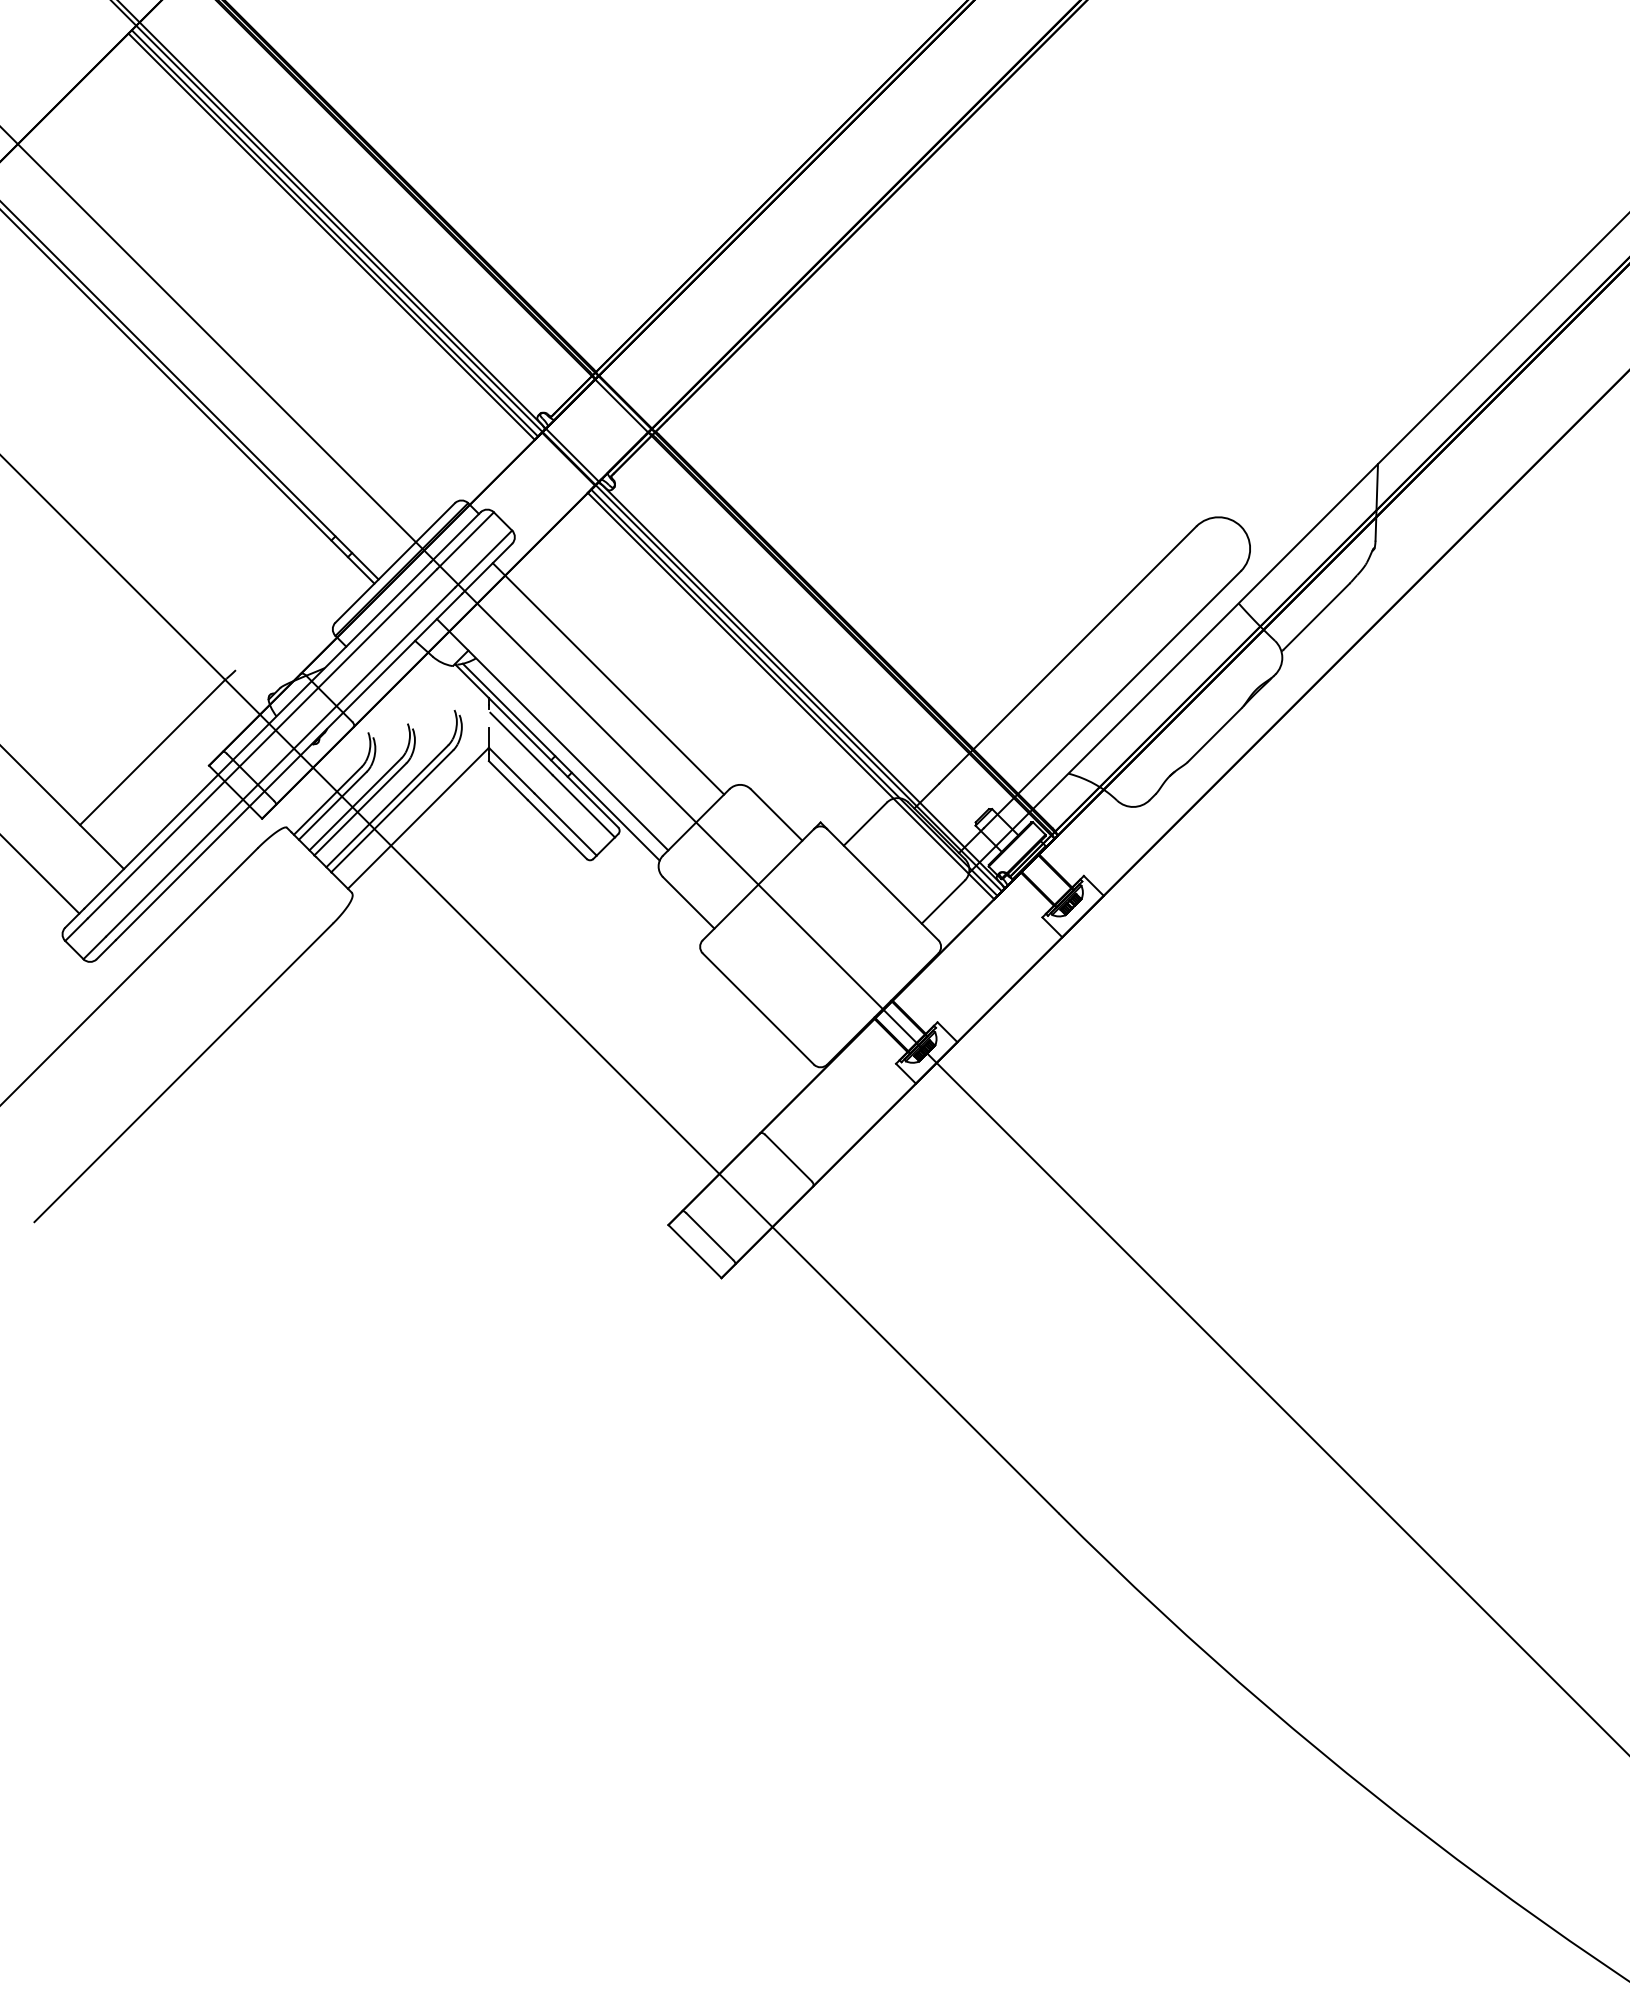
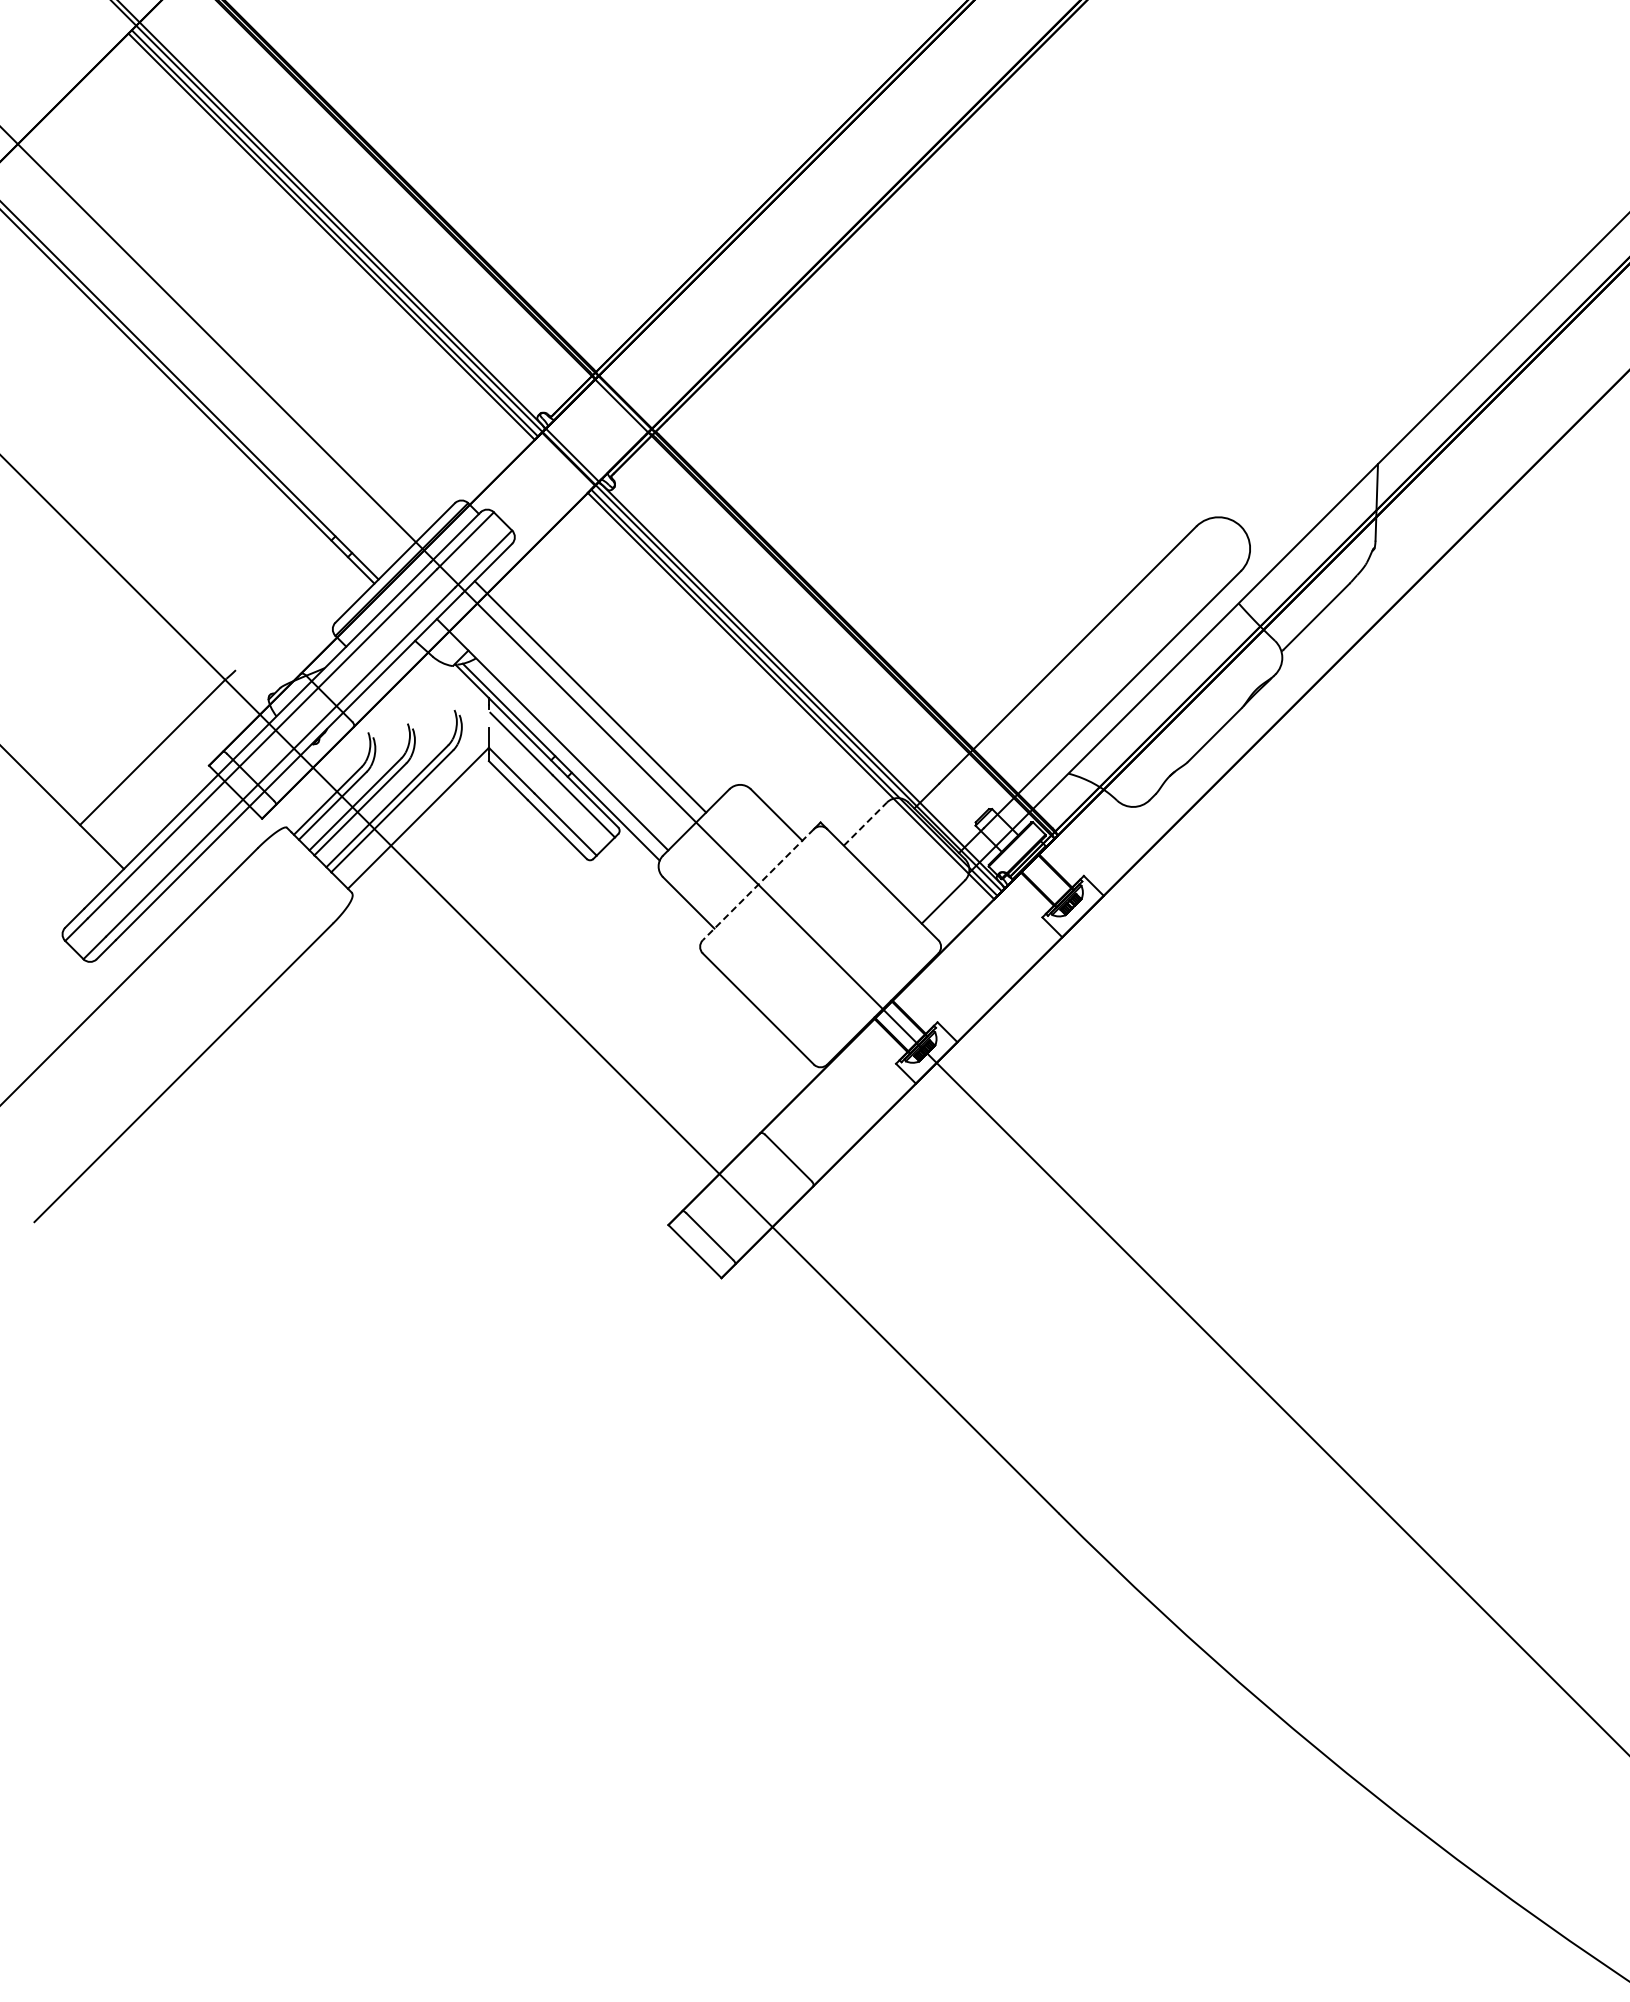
line at (608, 678) position: (608, 678) -> (590, 696)
line at (865, 823): solid -> dashed
line at (40, 874): present -> none
line at (758, 884): solid -> dashed
